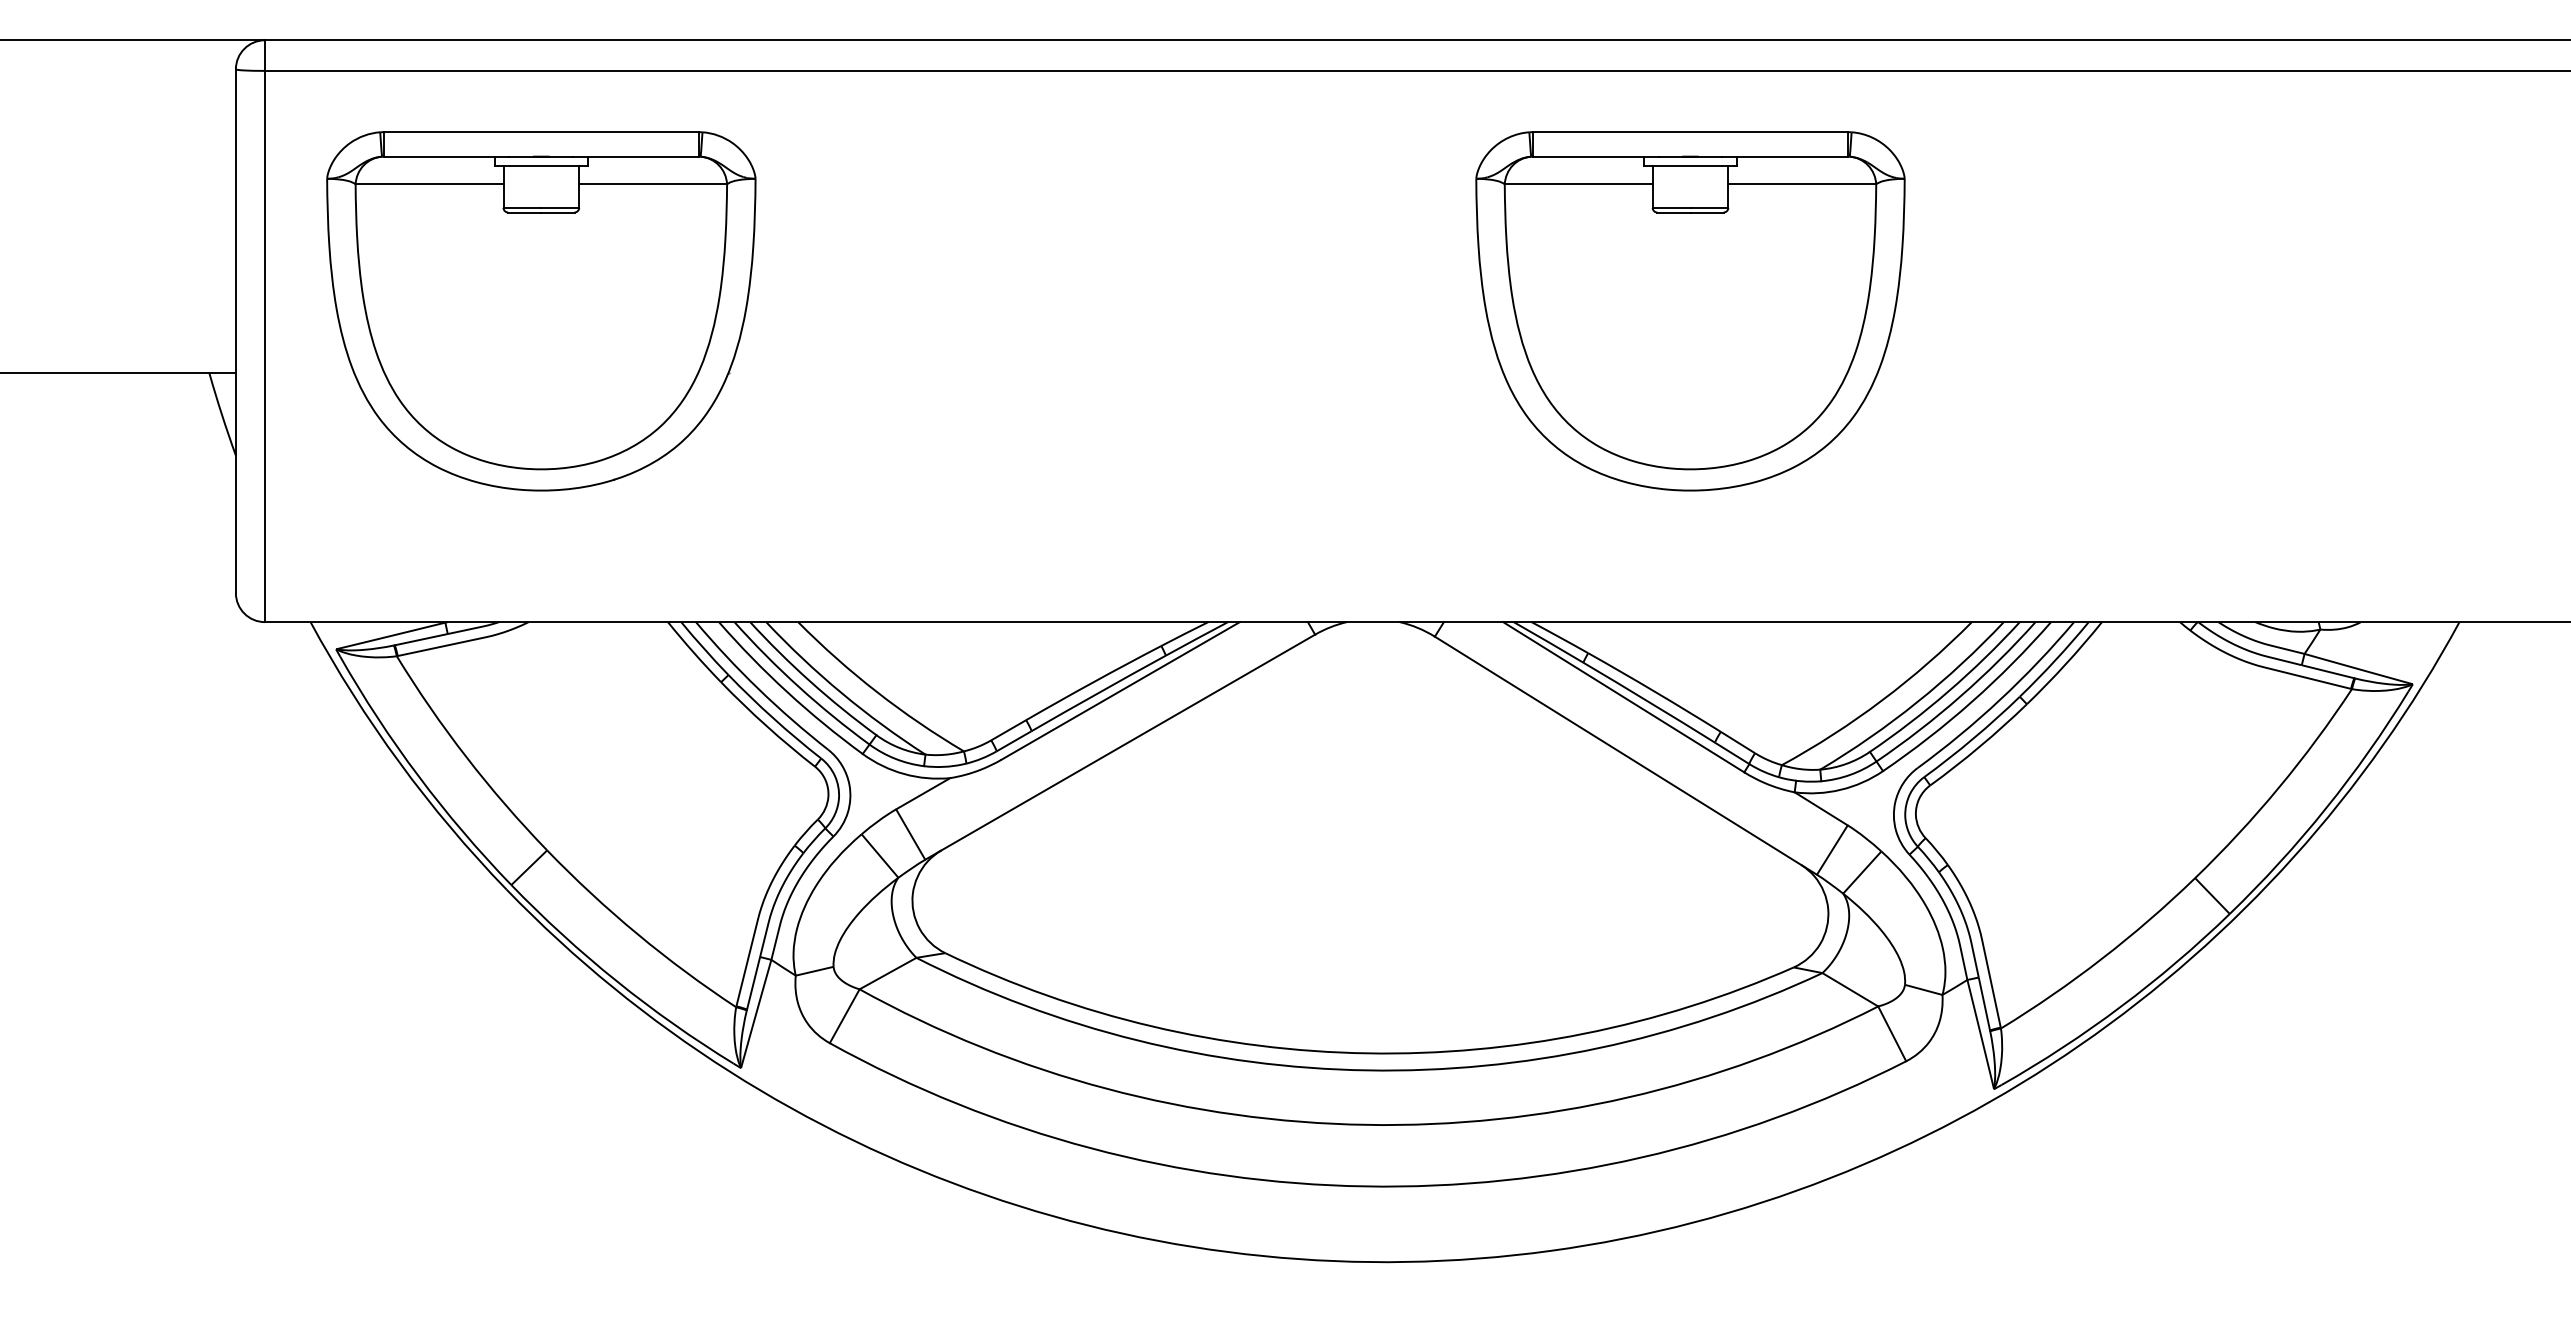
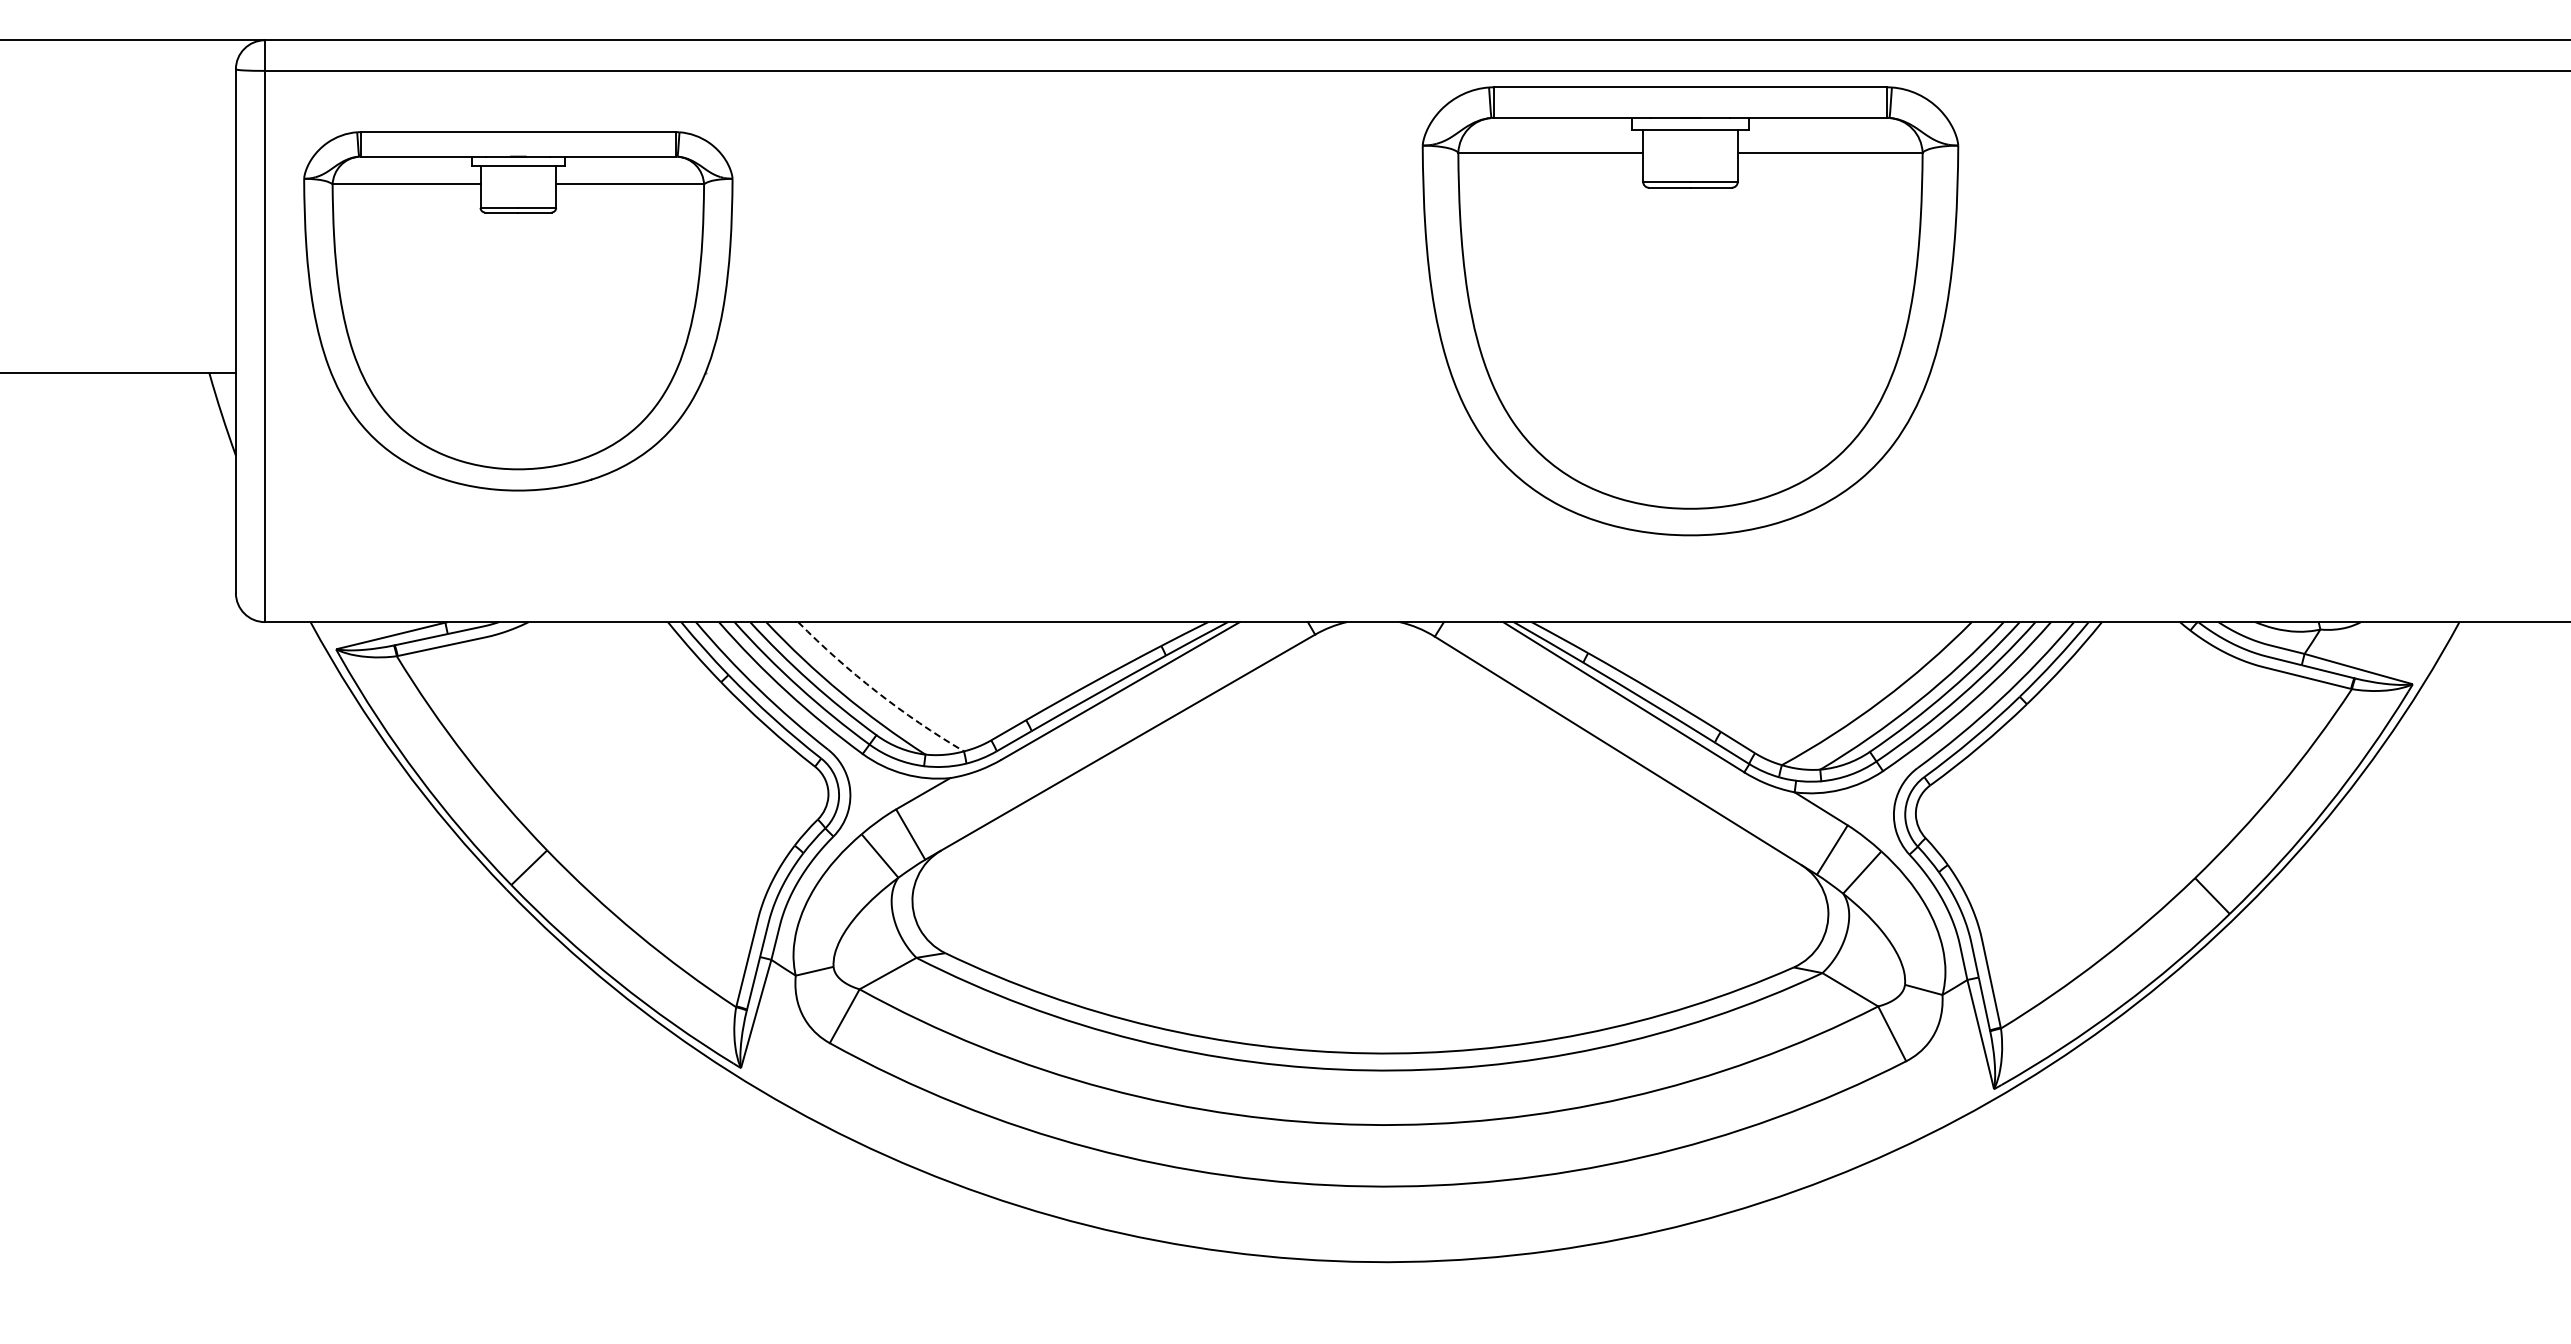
part at (541, 311) position: (541, 311) -> (518, 311)
part at (1690, 311) size: 431x361 px -> 539x451 px
arc at (876, 692): solid -> dashed
